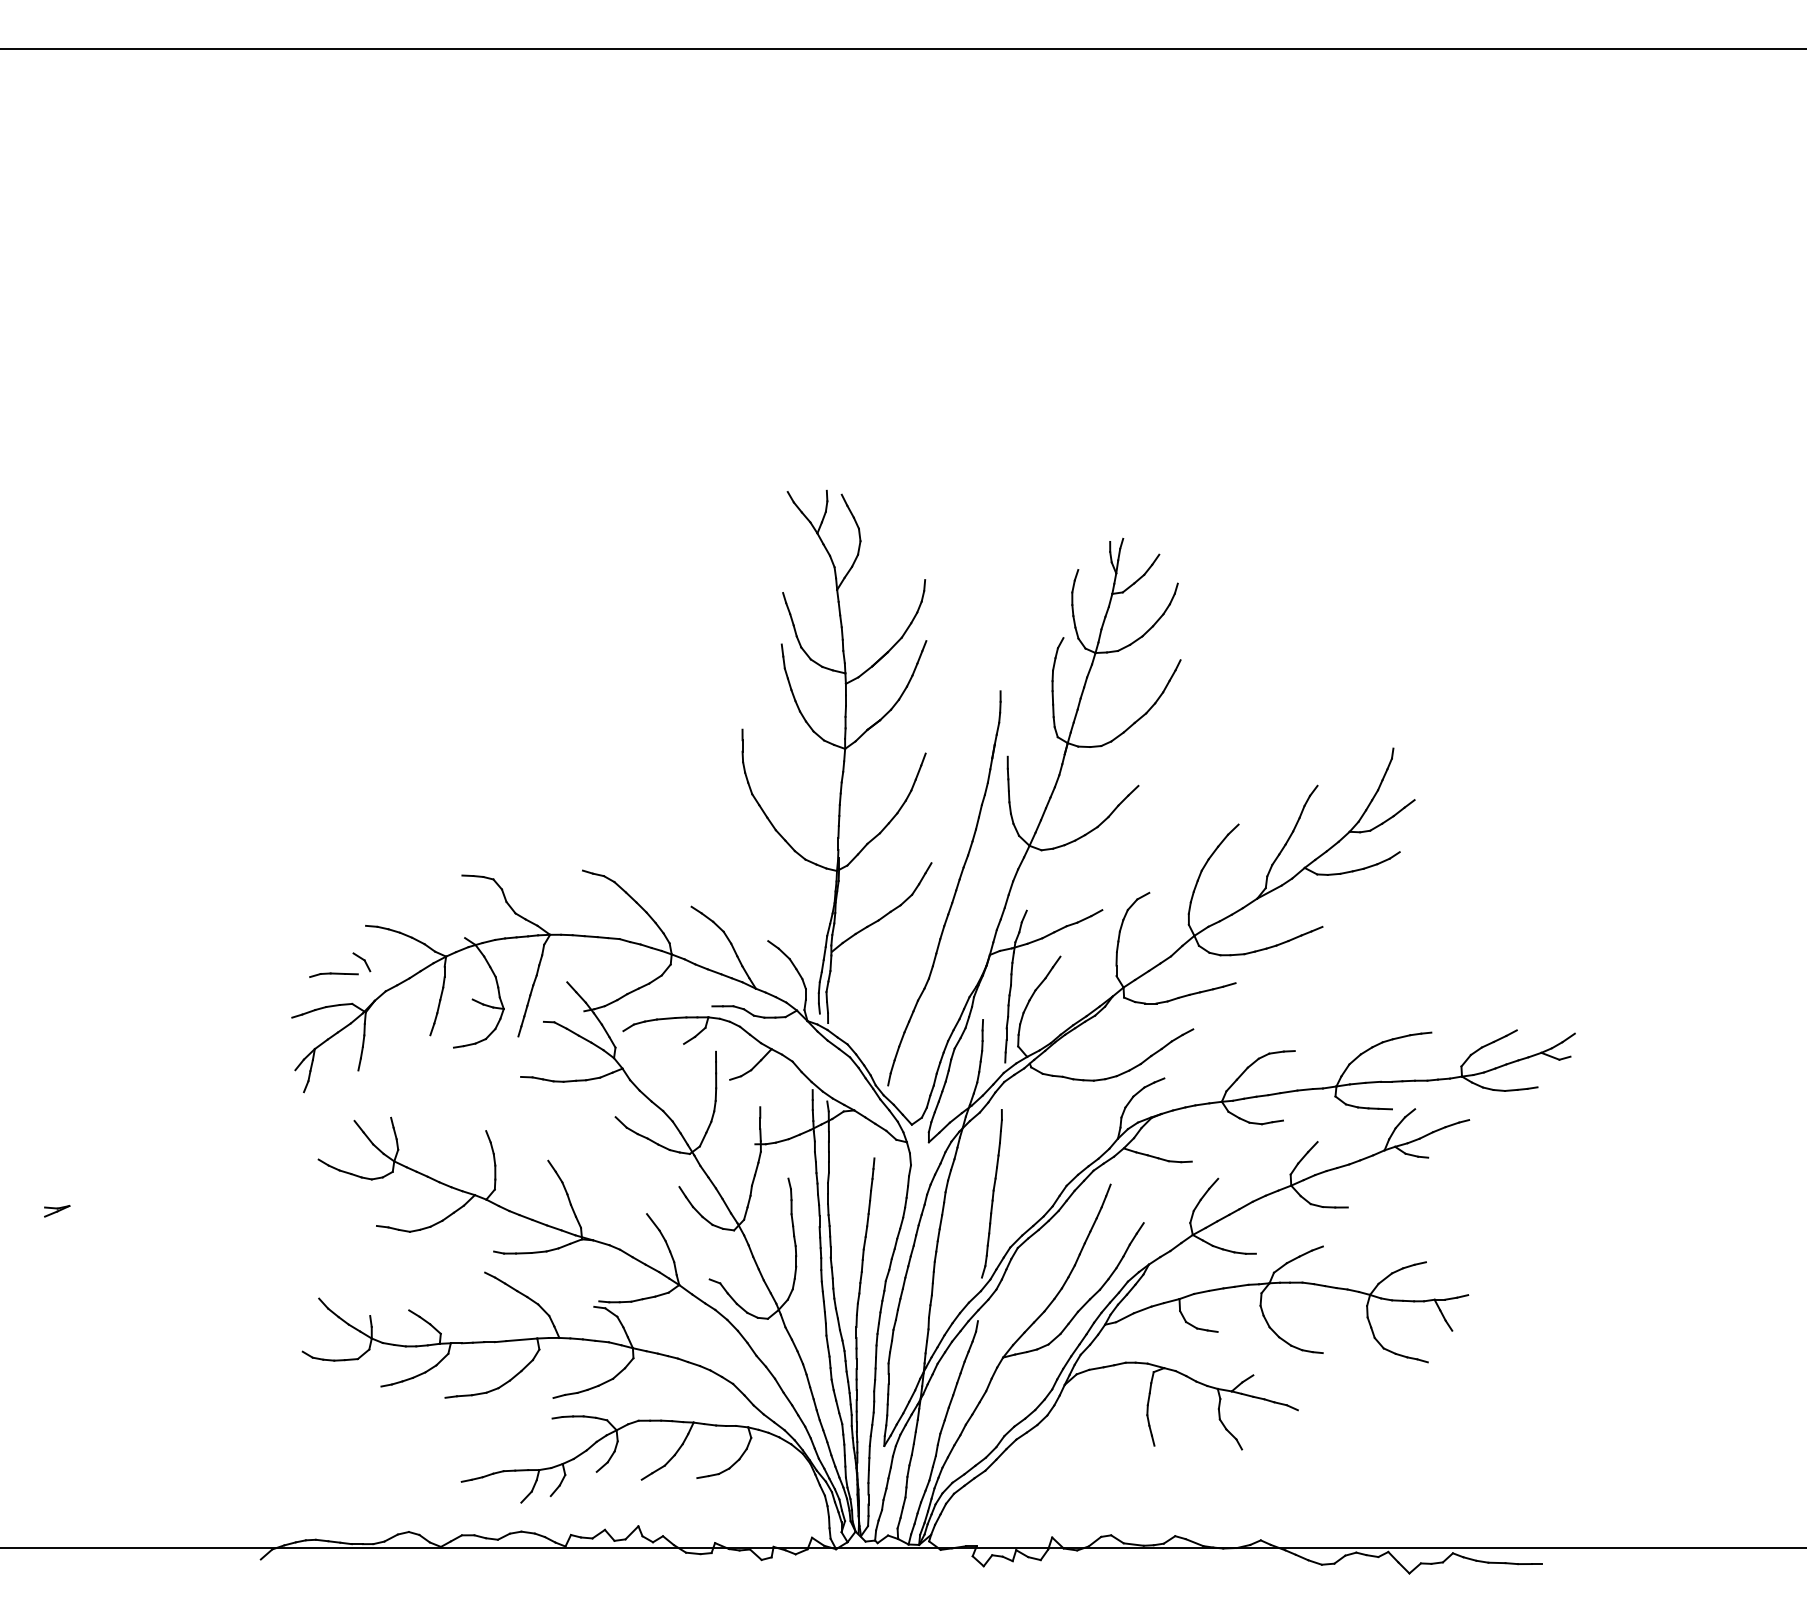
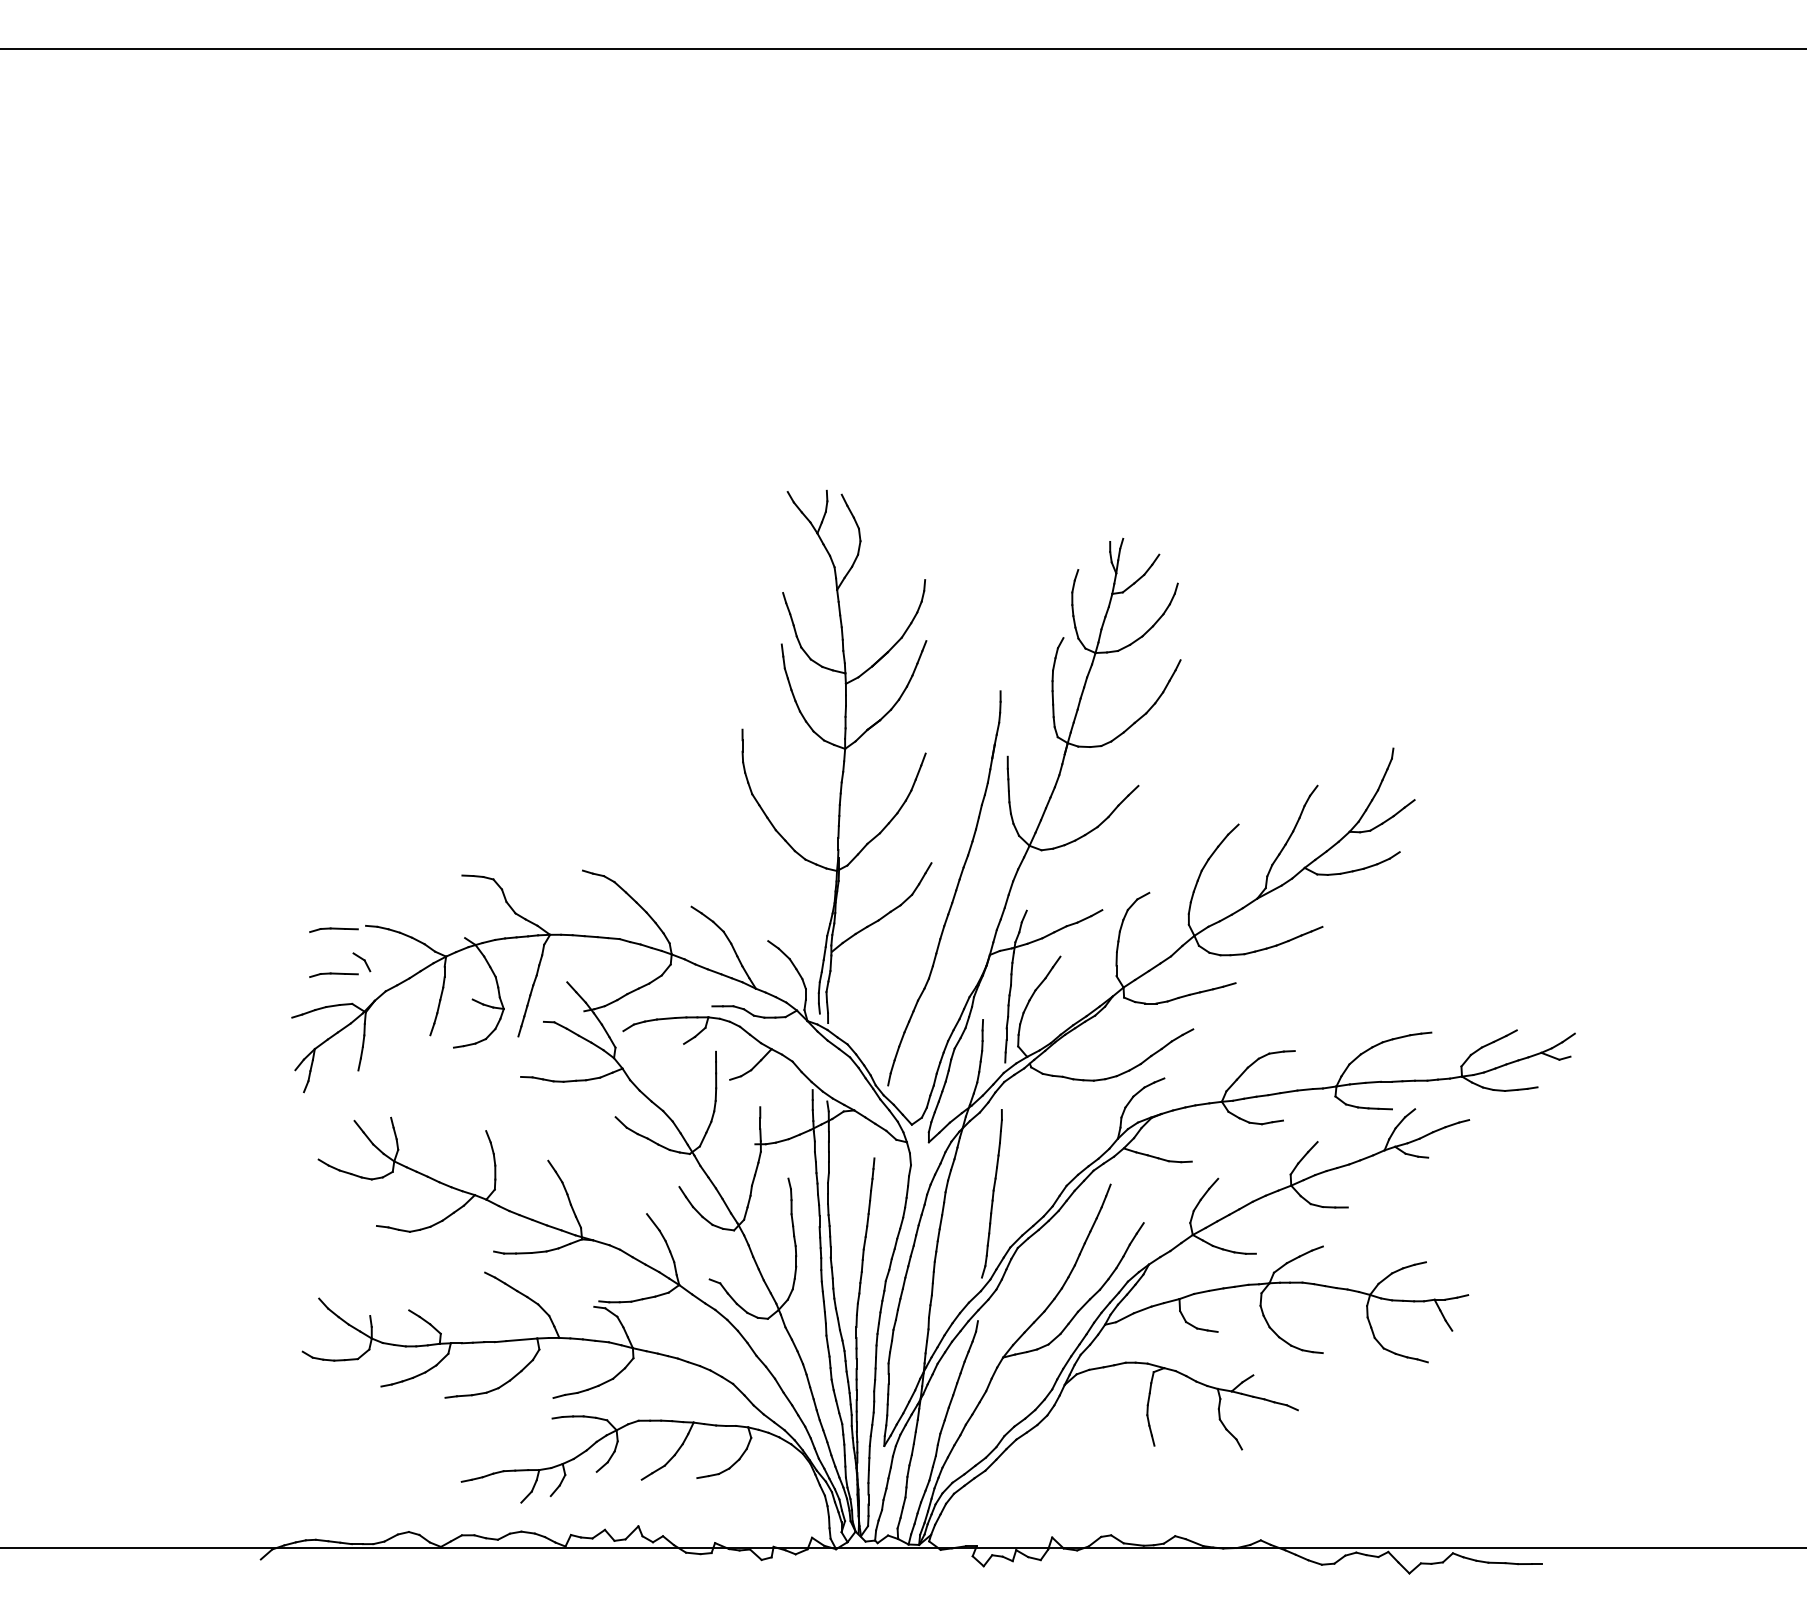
part at (333, 929): none -> present
part at (57, 1211): present -> none
